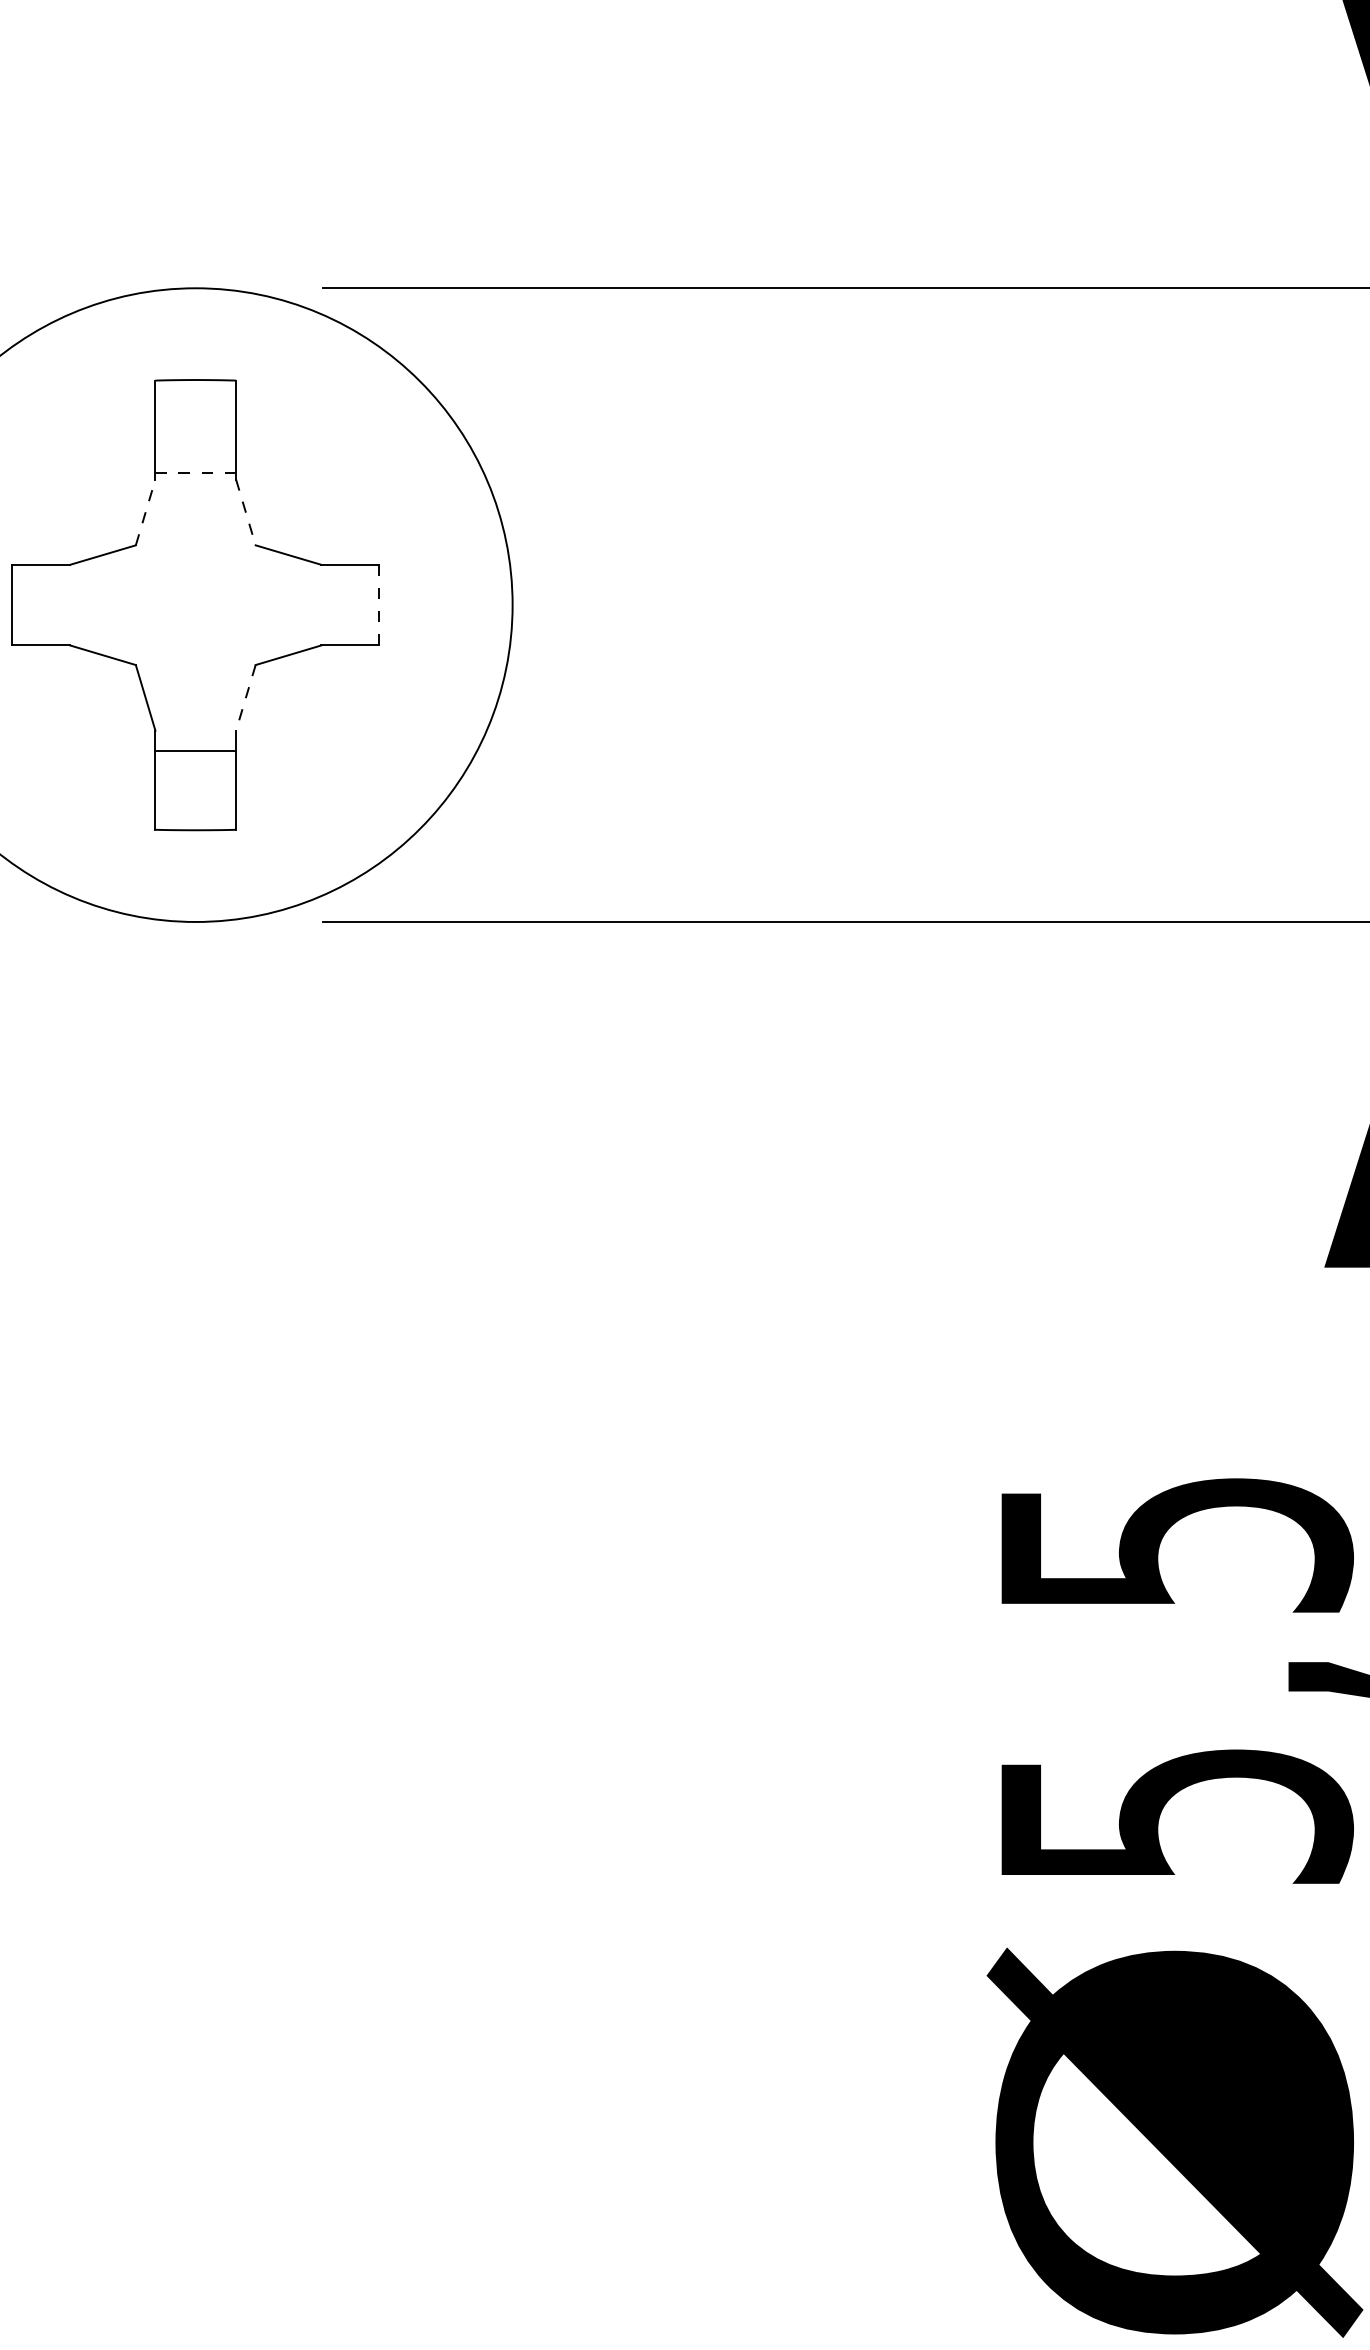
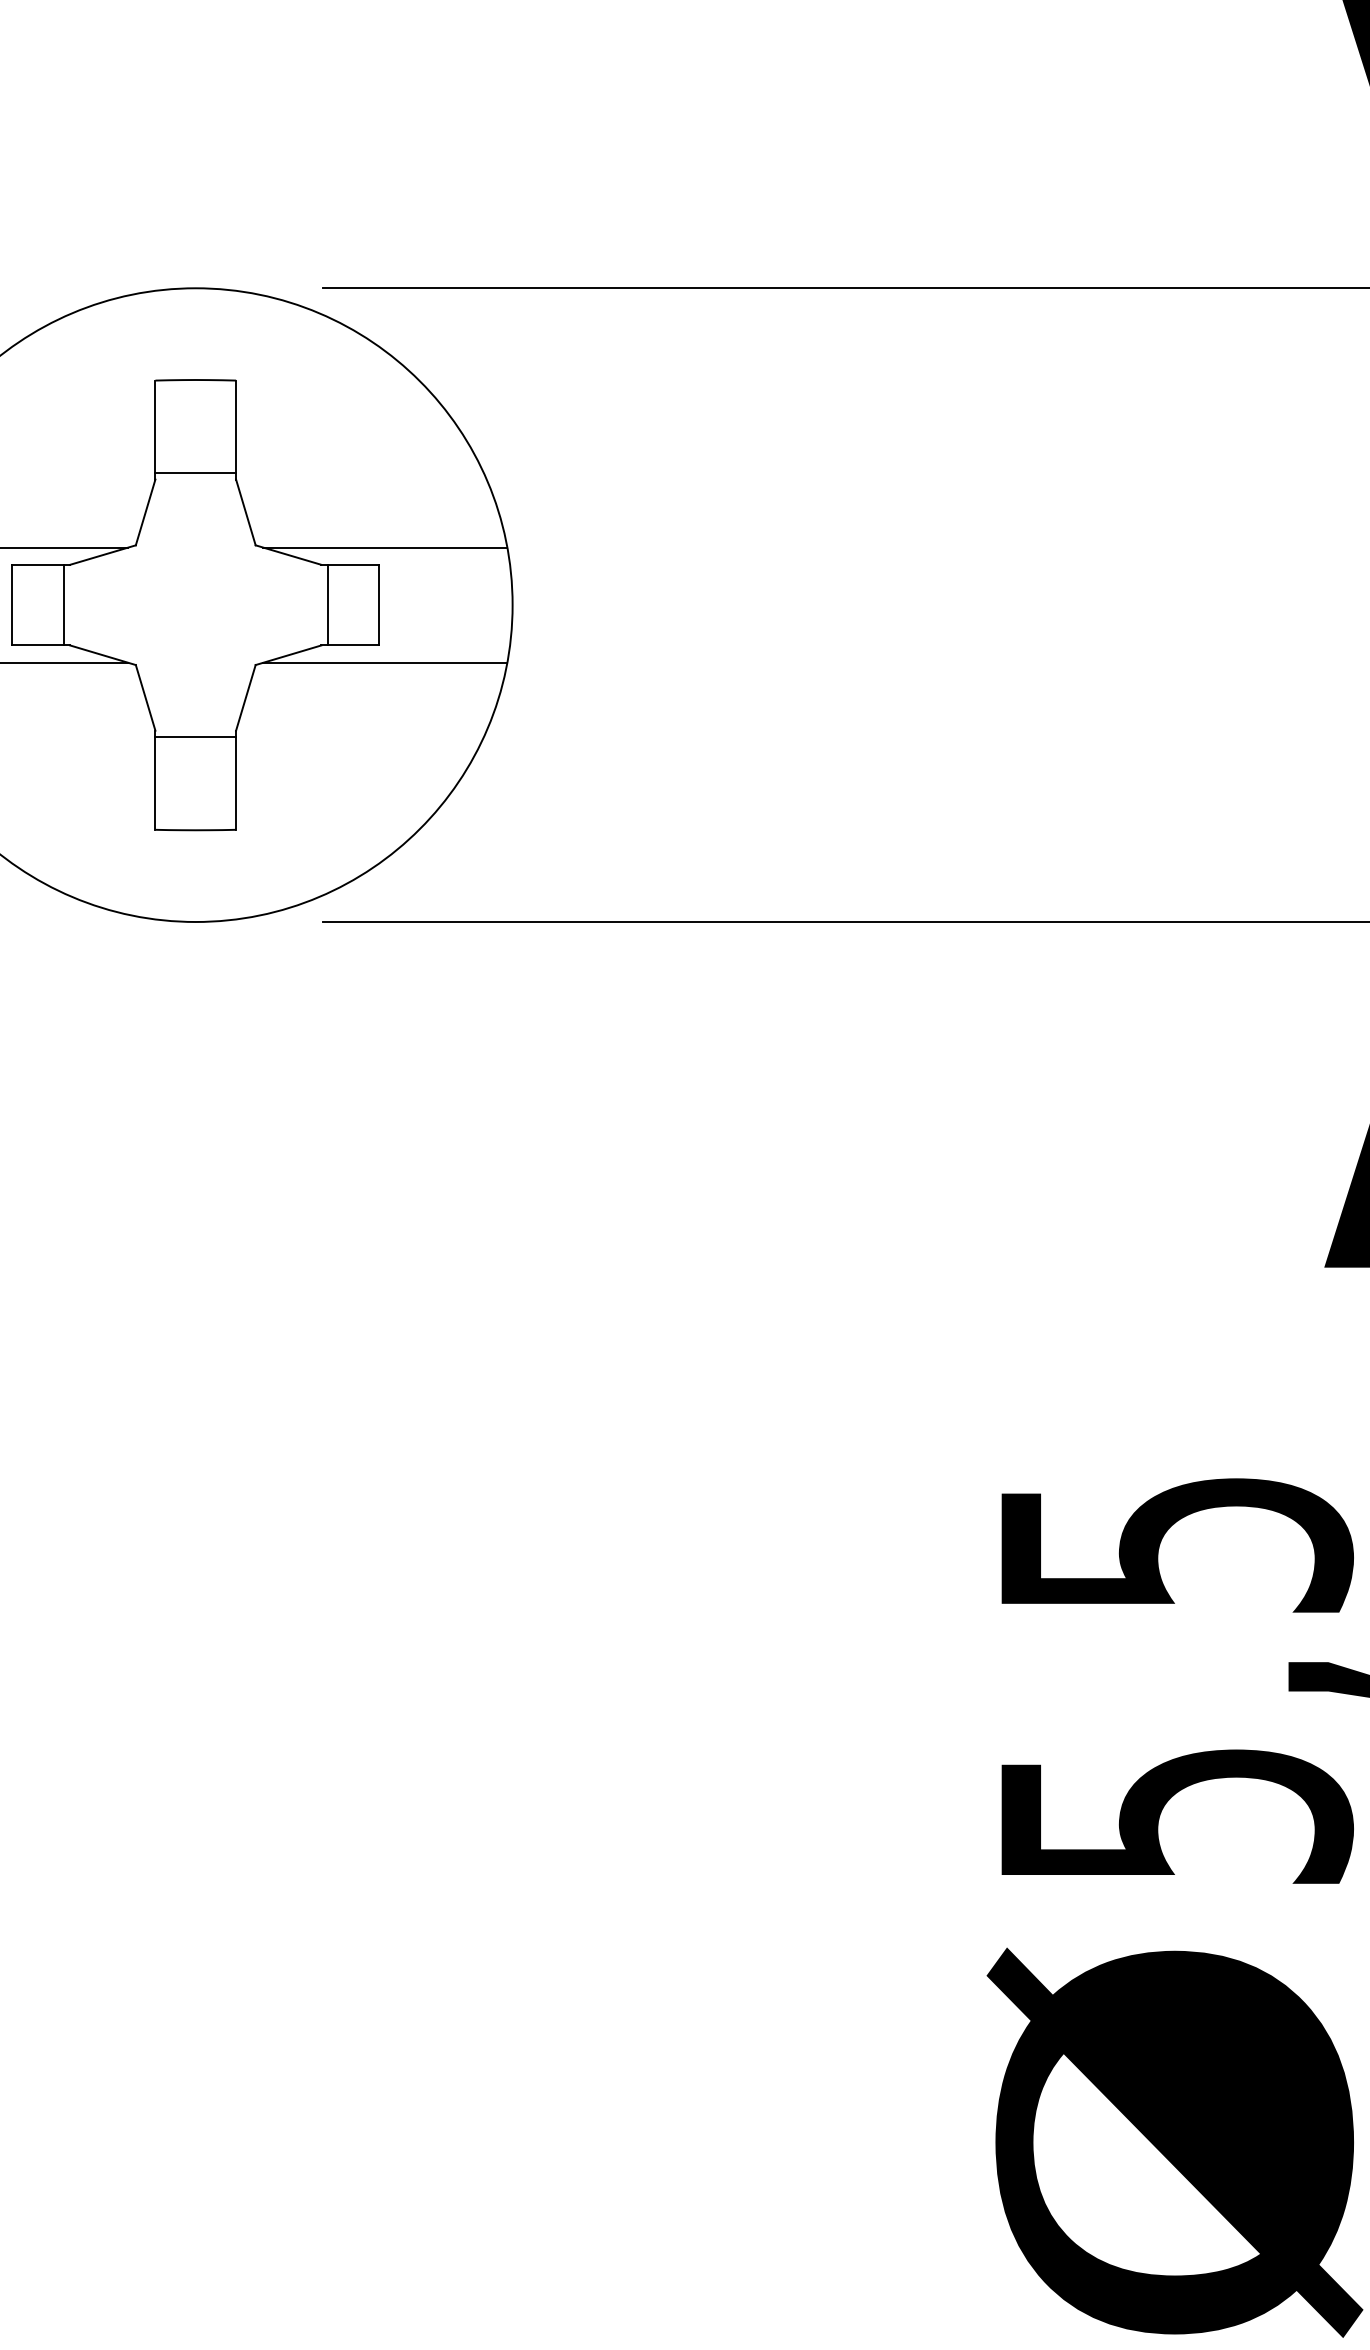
line at (196, 473): dashed -> solid
line at (145, 511): dashed -> solid
line at (246, 512): dashed -> solid
line at (65, 547): none -> present
line at (385, 547): none -> present
line at (63, 604): none -> present
line at (327, 604): none -> present
line at (379, 604): dashed -> solid
line at (65, 662): none -> present
line at (385, 662): none -> present
line at (245, 698): dashed -> solid
line at (195, 751) position: (195, 751) -> (195, 737)
